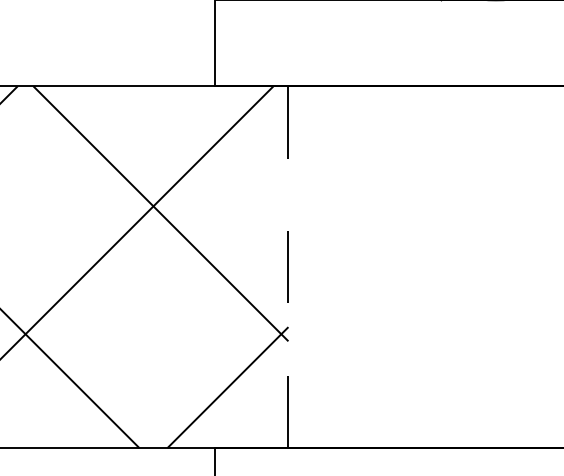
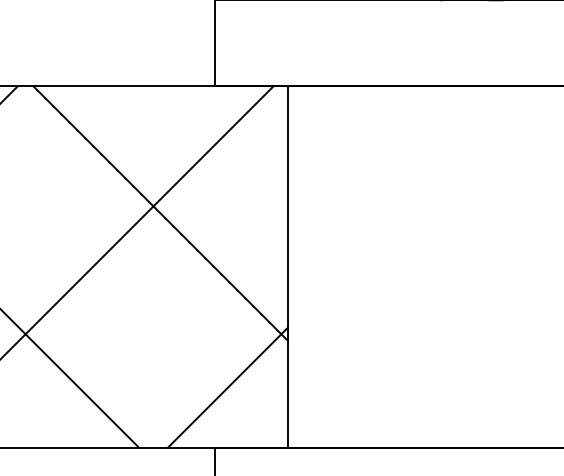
line at (288, 267): dashed -> solid
